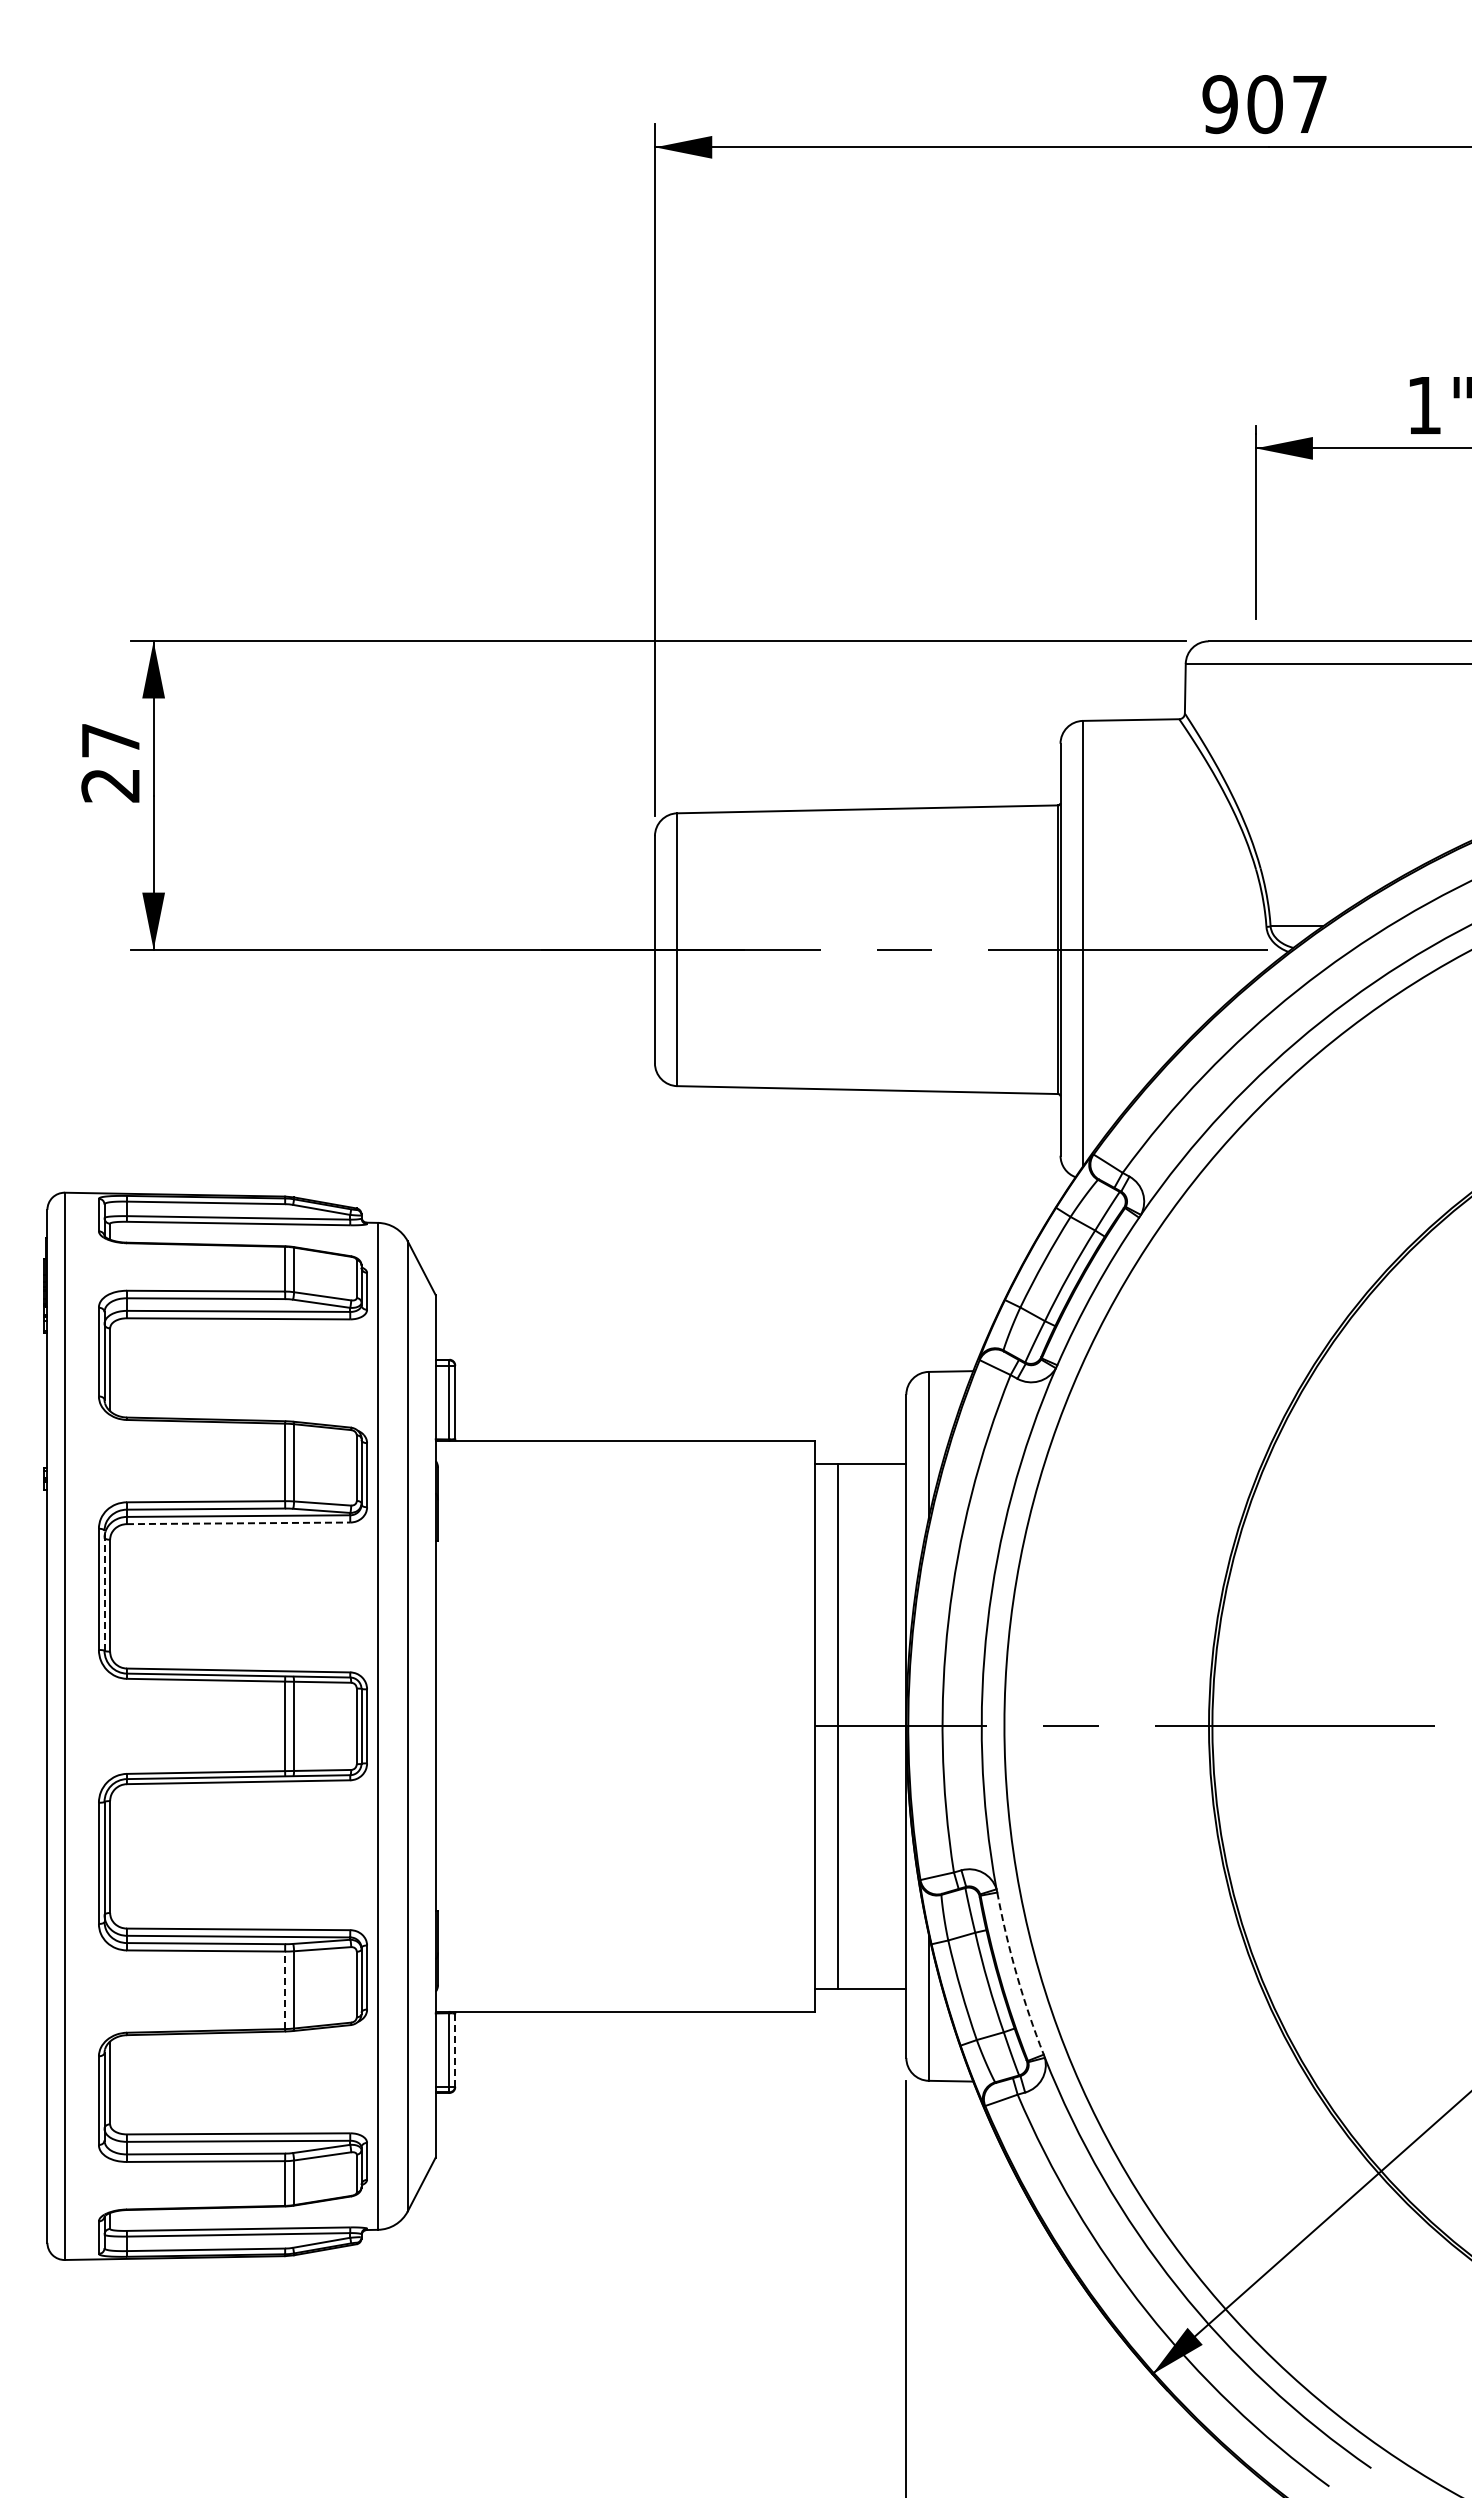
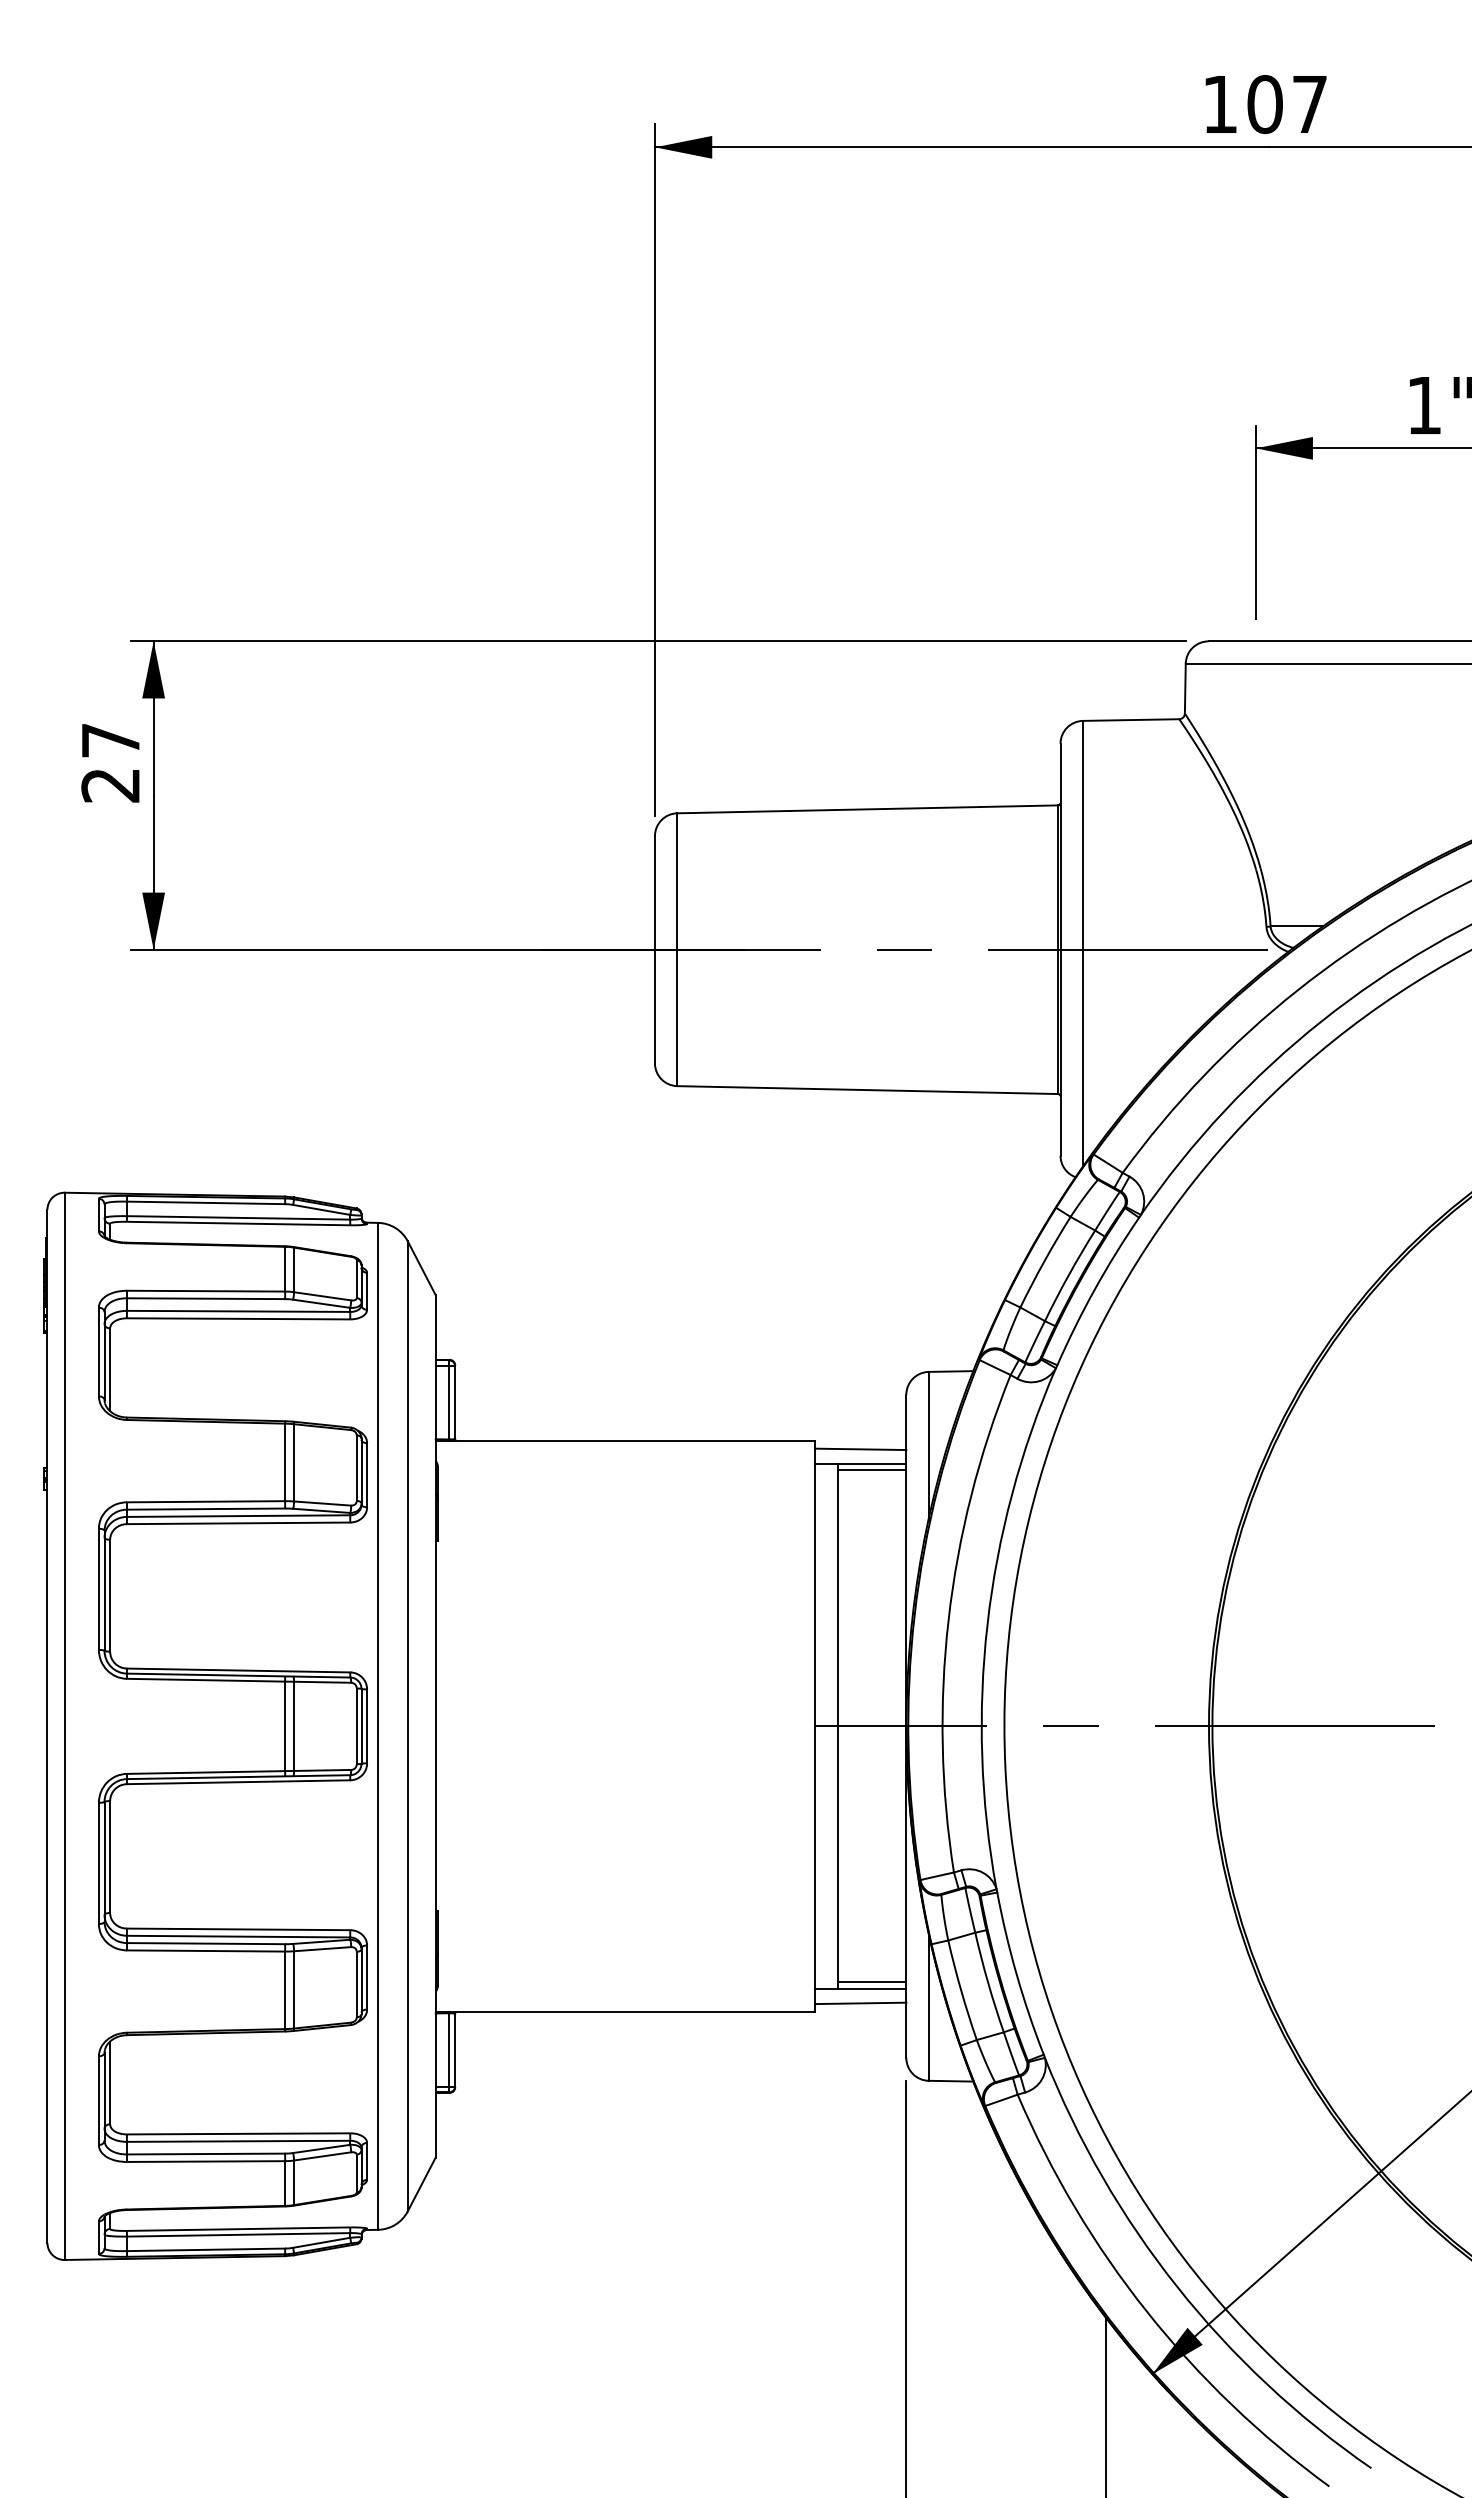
text at (1219, 104): 907 -> 107
line at (860, 1449): none -> present
line at (871, 1470): none -> present
line at (238, 1523): dashed -> solid
line at (104, 1590): dashed -> solid
arc at (1016, 1974): dashed -> solid
line at (871, 1982): none -> present
line at (285, 1990): dashed -> solid
line at (860, 2003): none -> present
line at (455, 2050): dashed -> solid
line at (1106, 2405): none -> present
